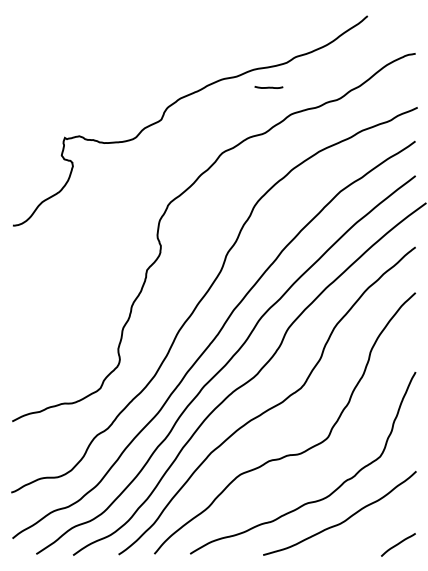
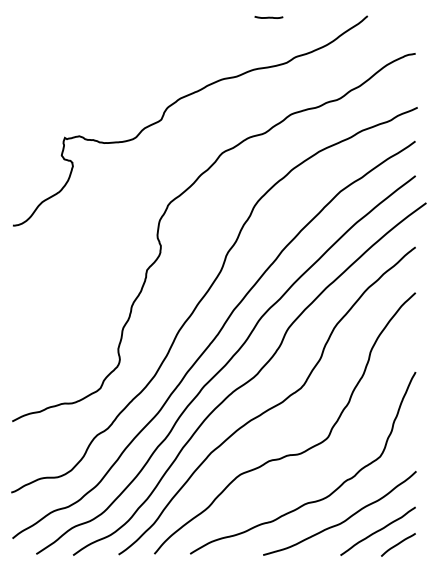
line at (268, 87) position: (268, 87) -> (268, 17)
curve at (377, 530): none -> present
